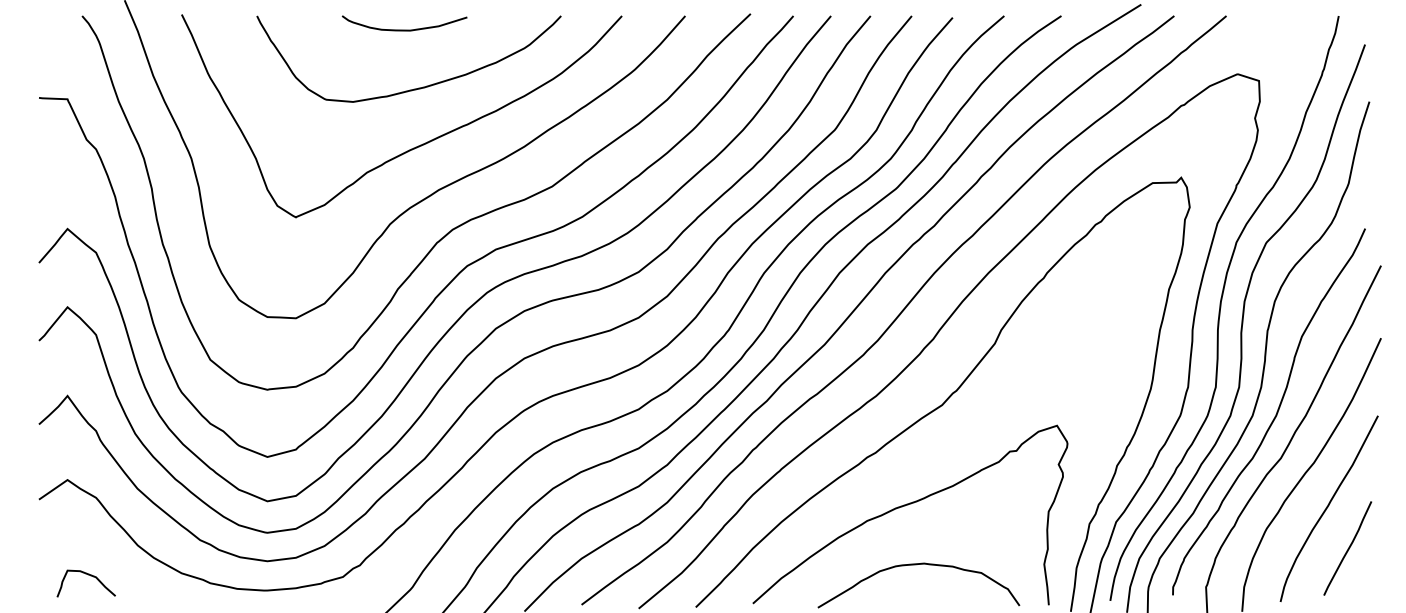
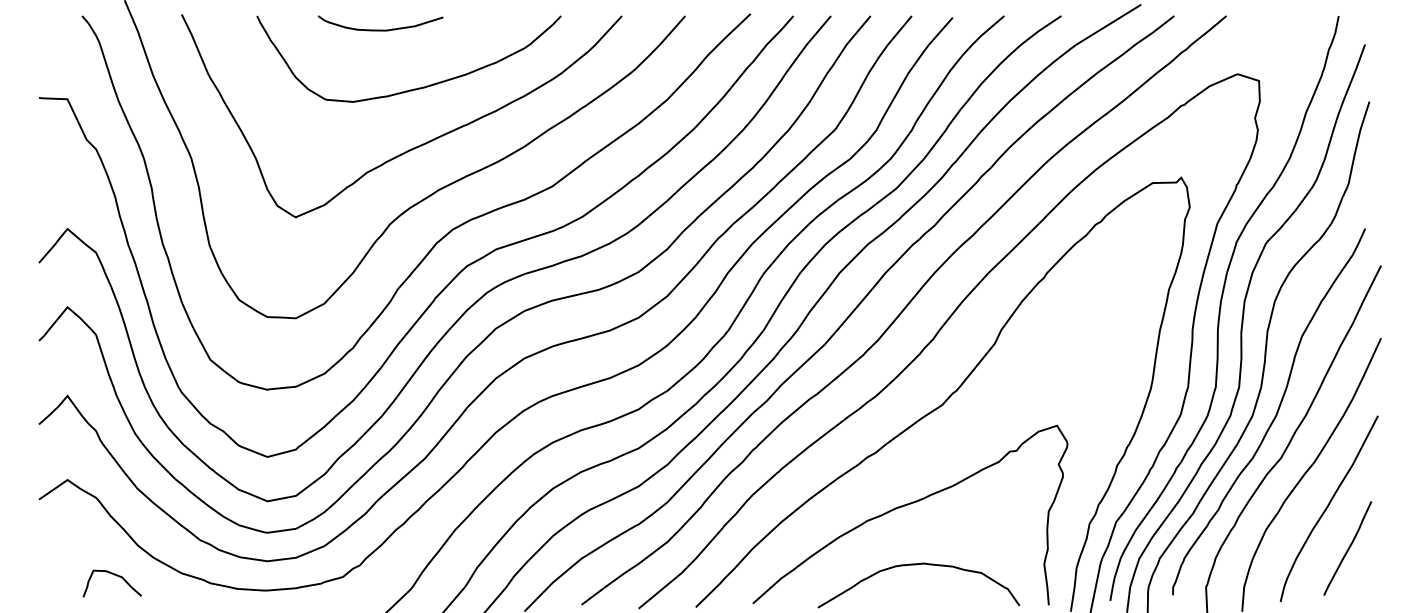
curve at (404, 29) position: (404, 29) -> (380, 29)
curve at (88, 575) position: (88, 575) -> (114, 575)
